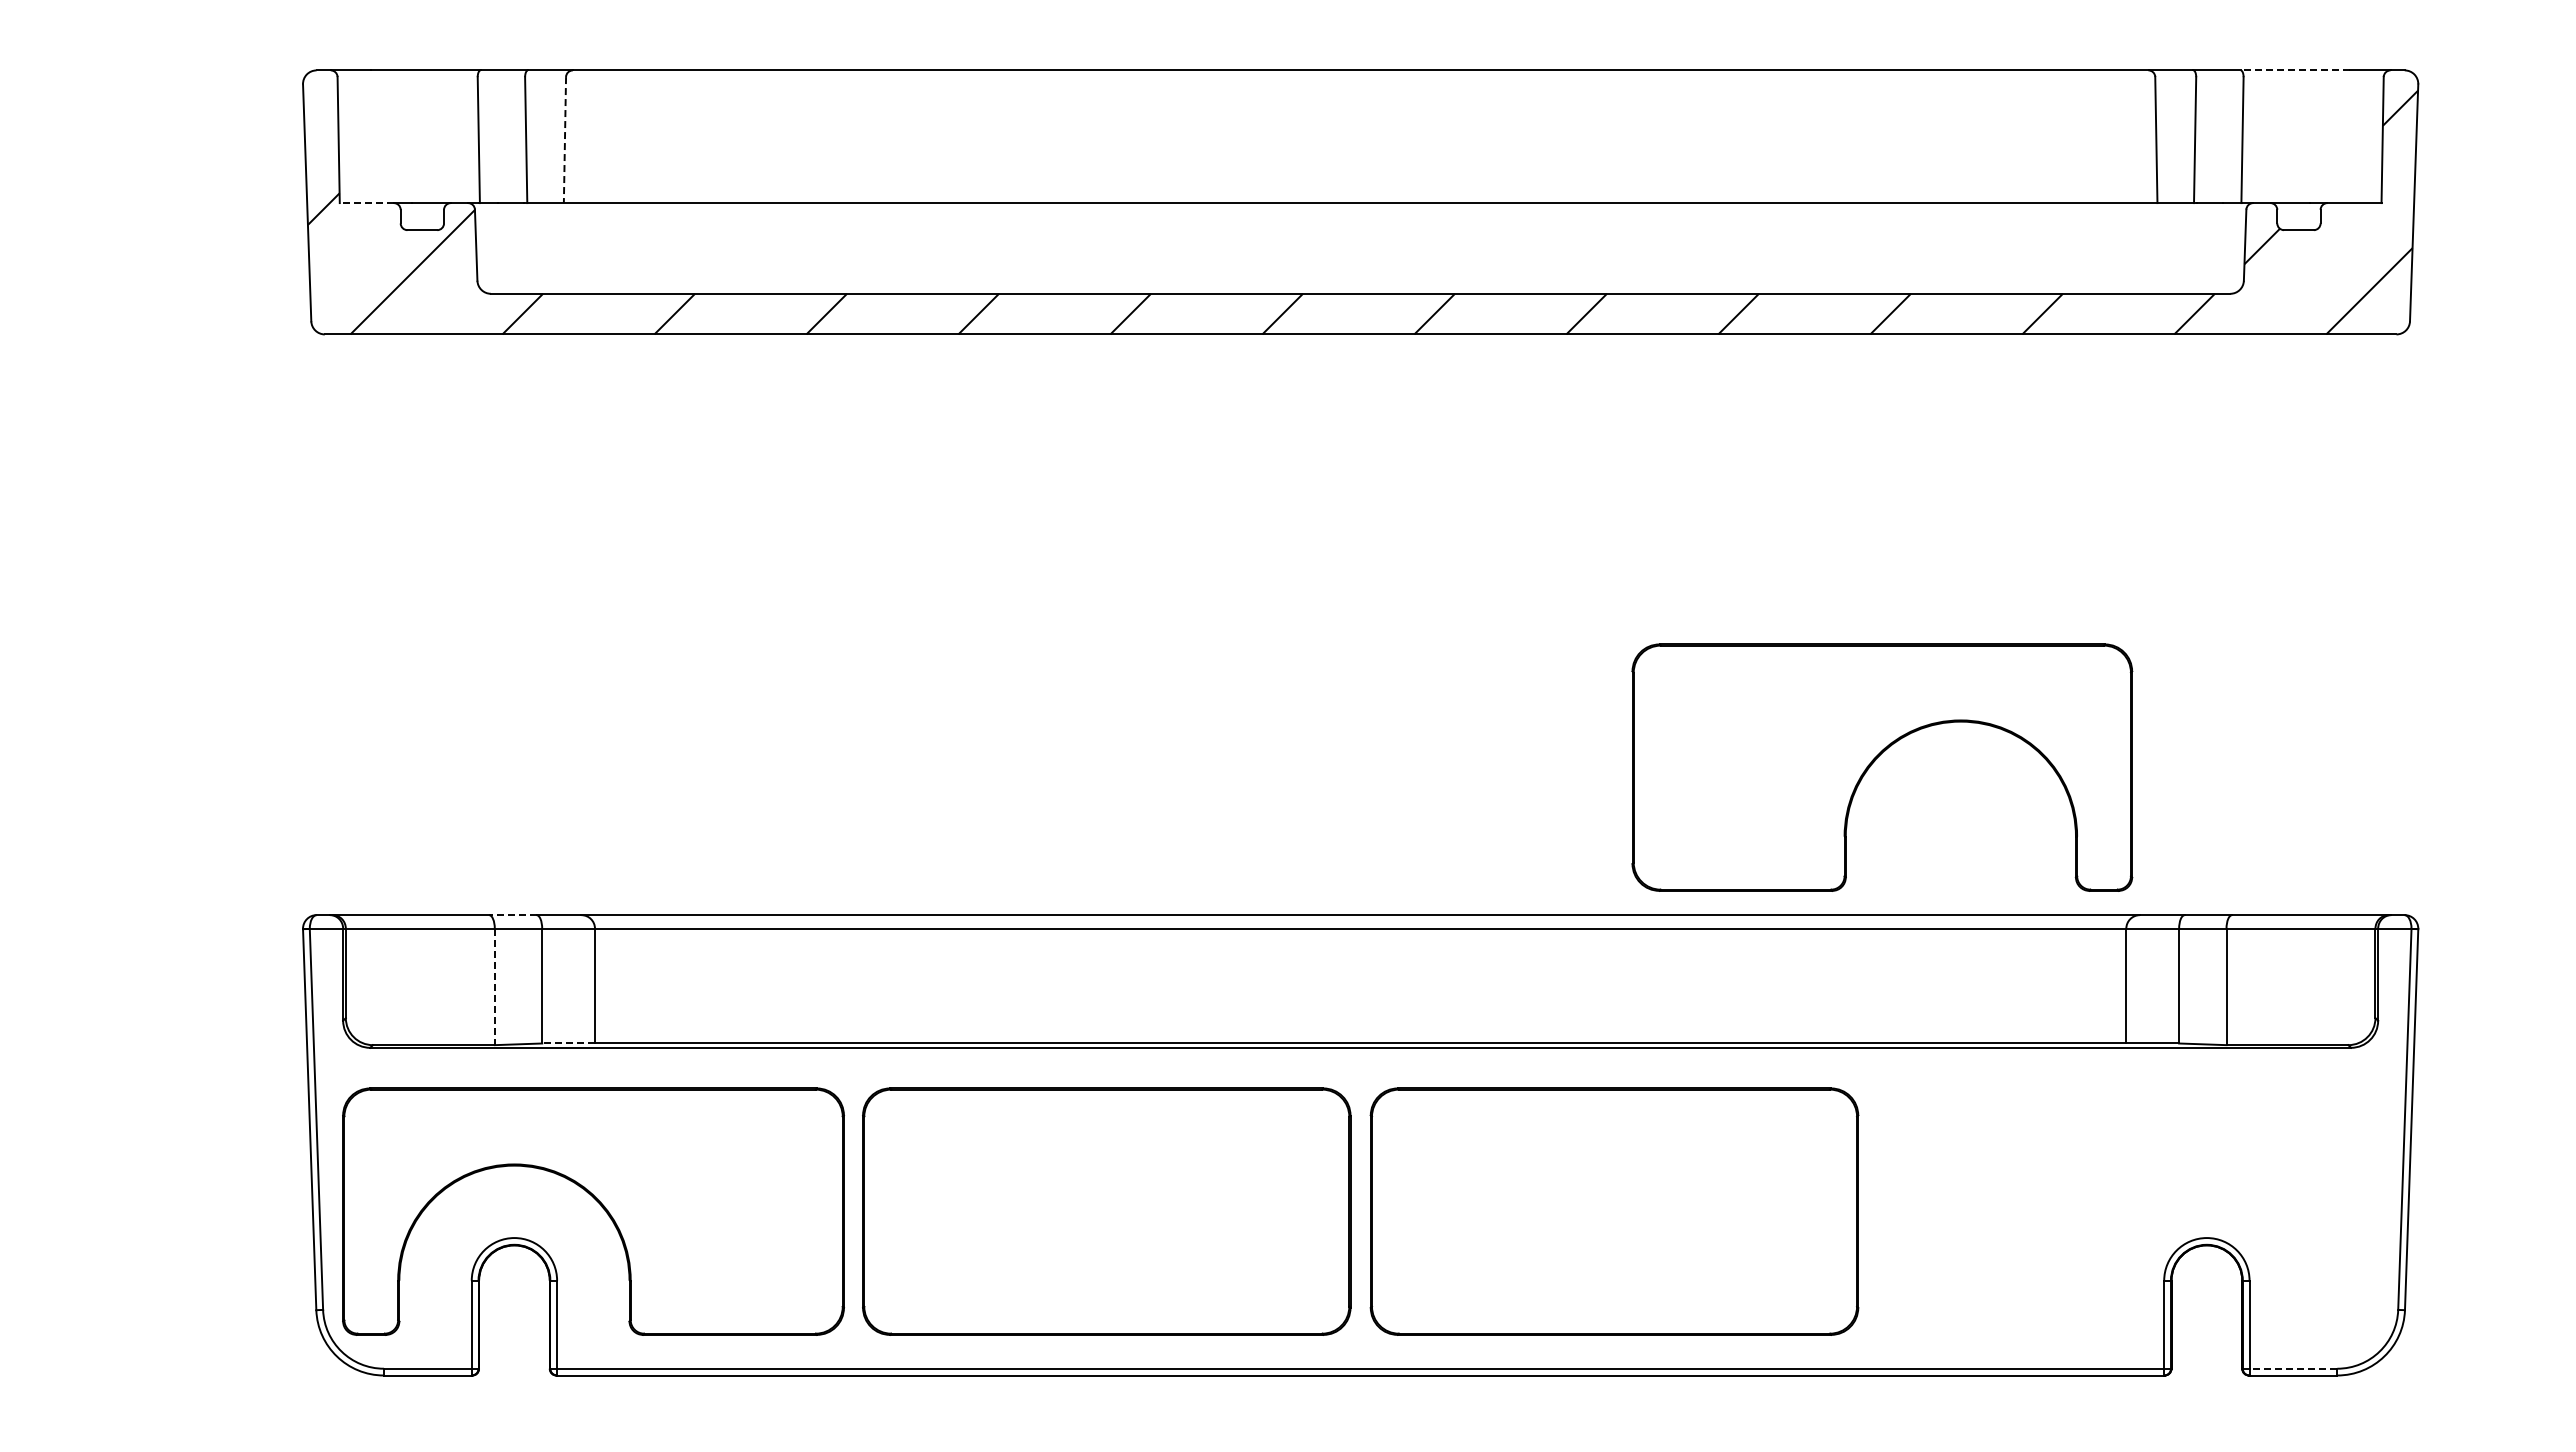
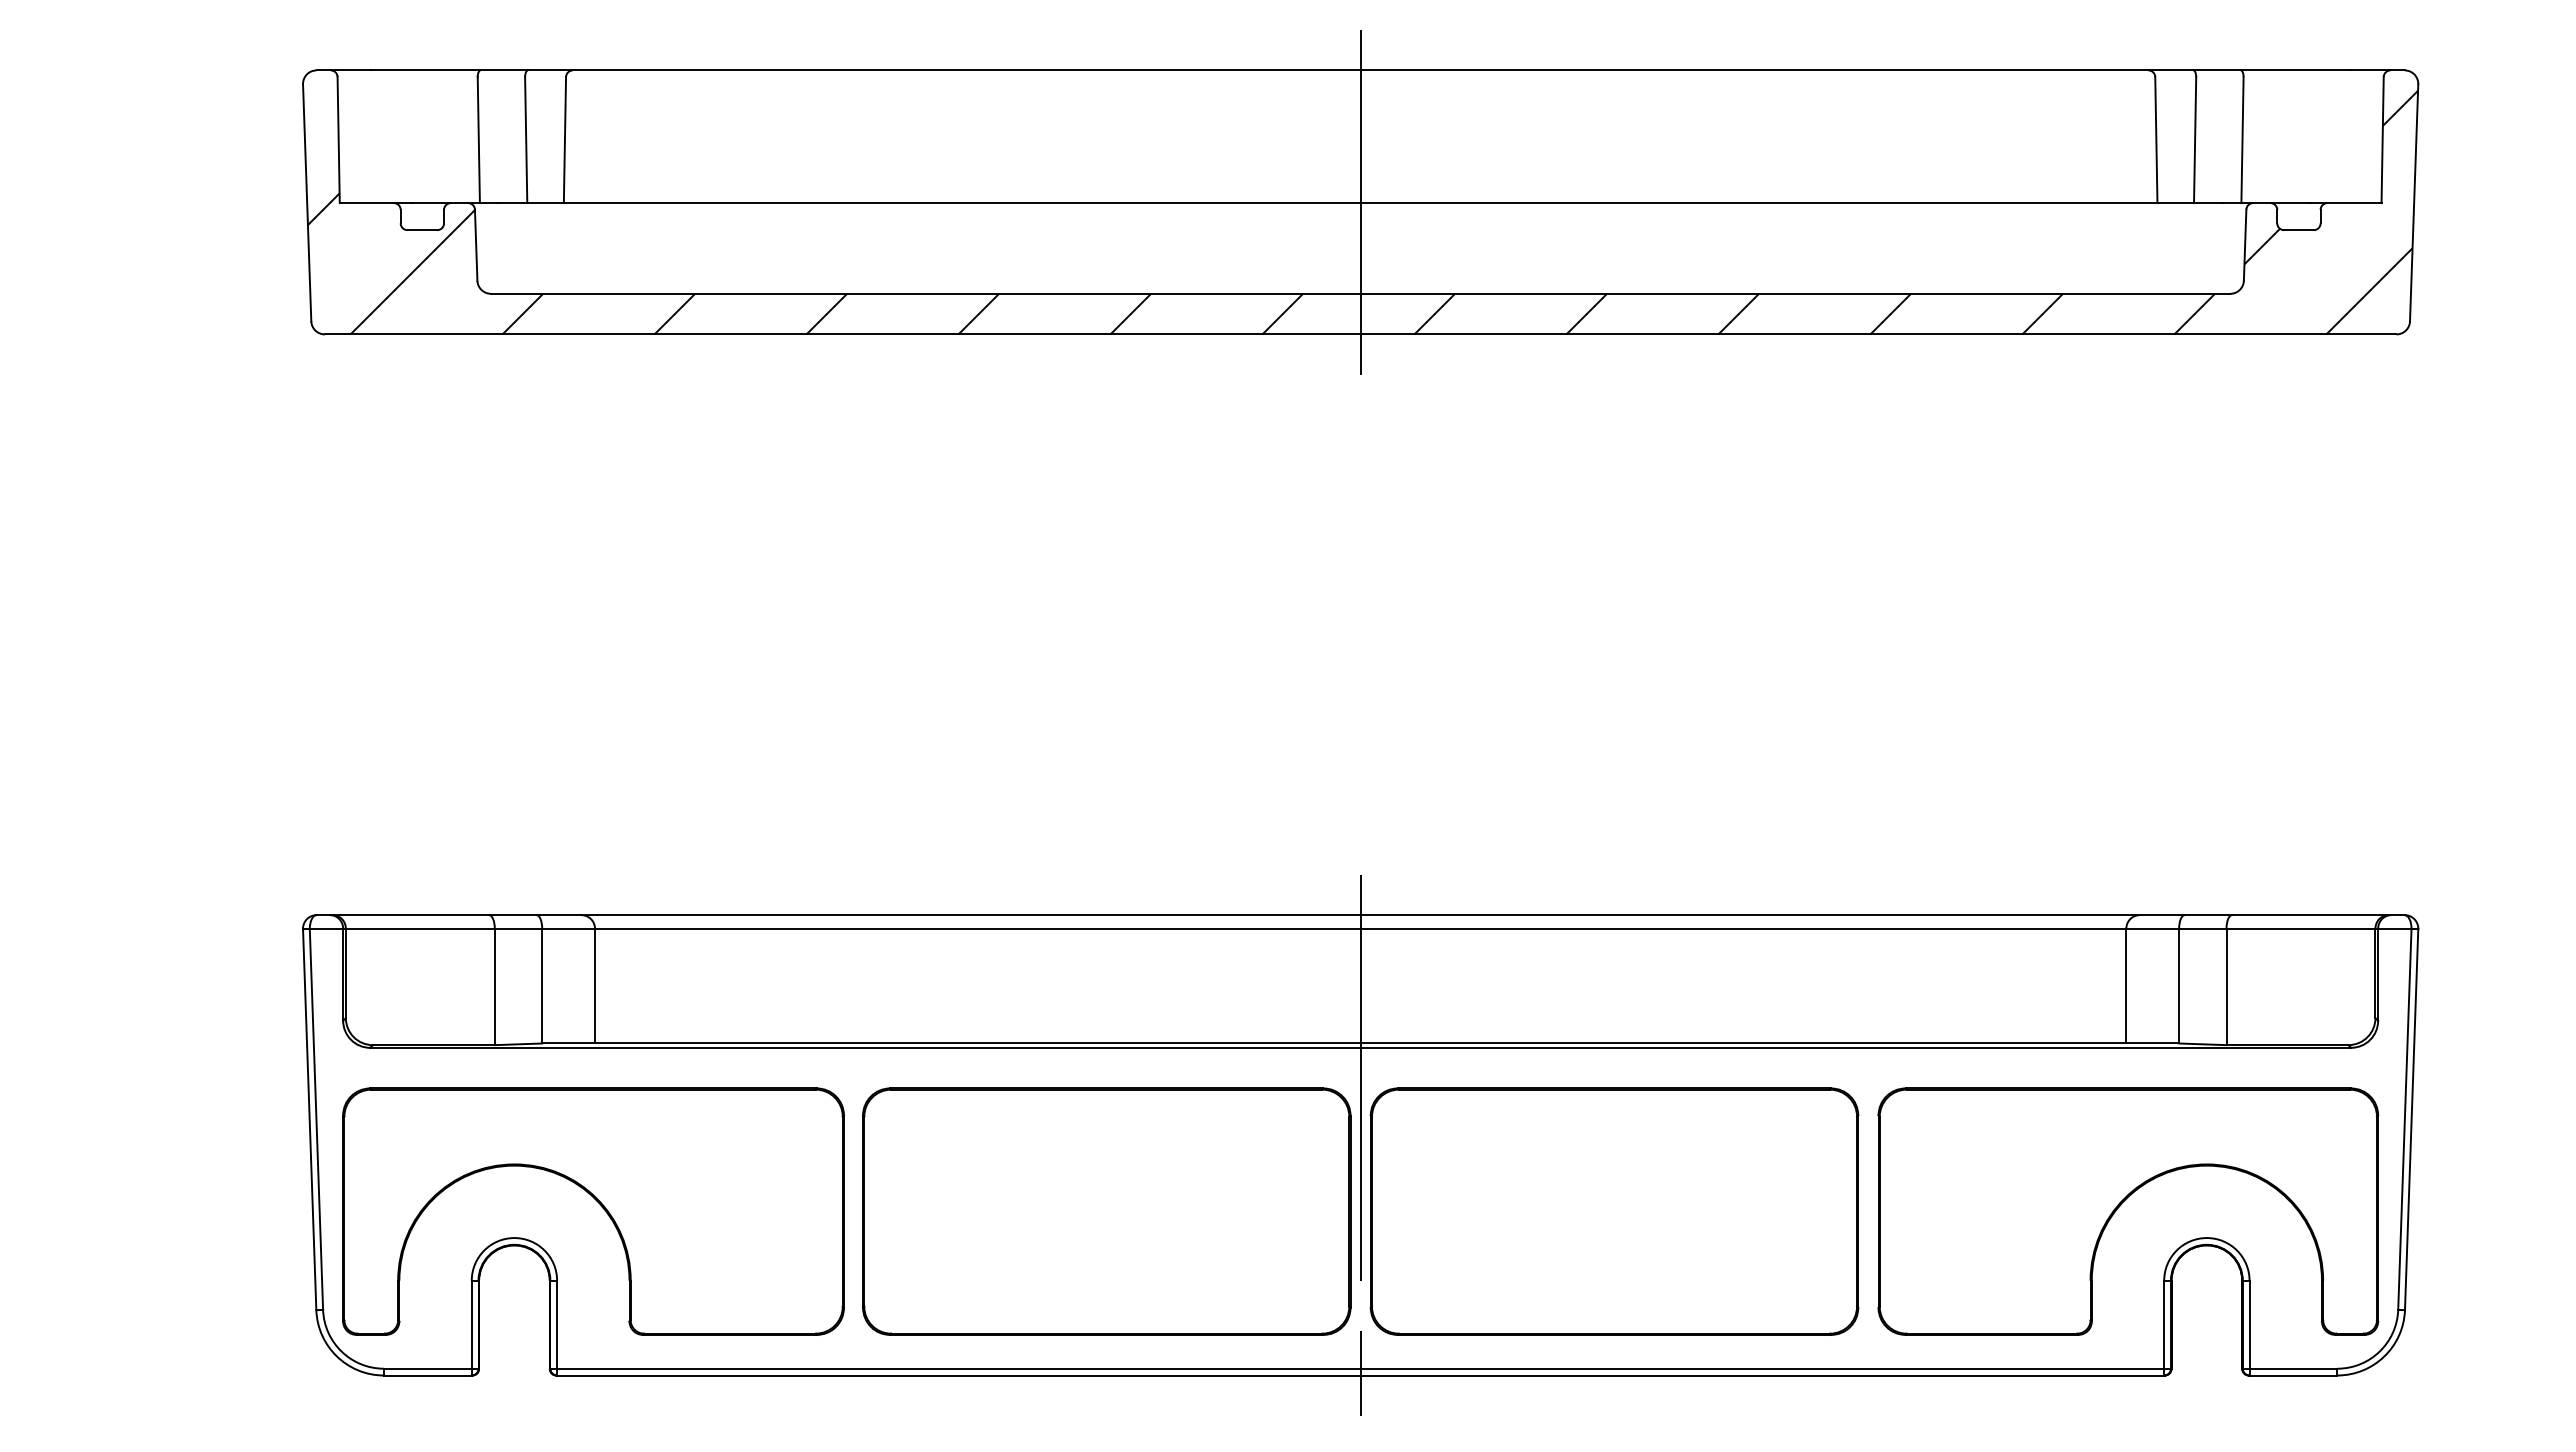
line at (2295, 70): dashed -> solid
line at (564, 140): dashed -> solid
line at (1360, 202): none -> present
line at (366, 203): dashed -> solid
part at (1875, 761) position: (1875, 761) -> (2121, 1205)
line at (512, 915): dashed -> solid
line at (494, 987): dashed -> solid
line at (568, 1043): dashed -> solid
line at (1360, 1145): none -> present
line at (2293, 1368): dashed -> solid
